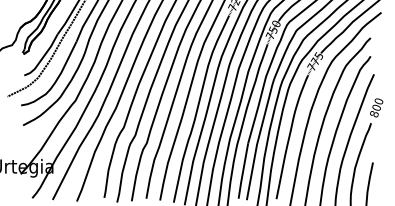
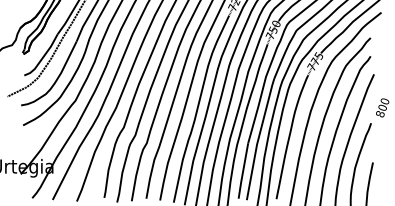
text at (376, 107) position: (376, 107) -> (382, 107)
